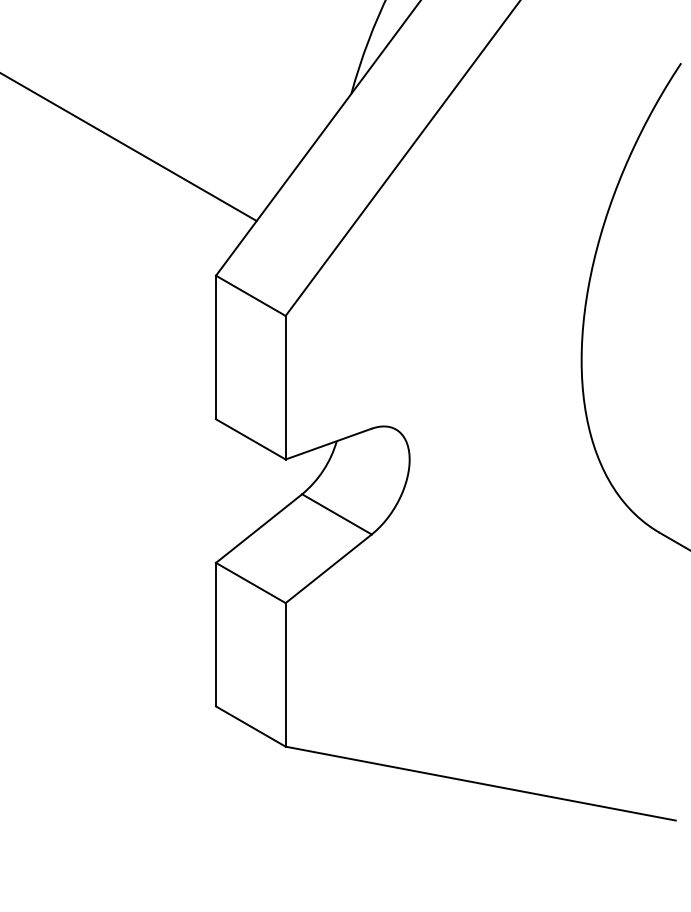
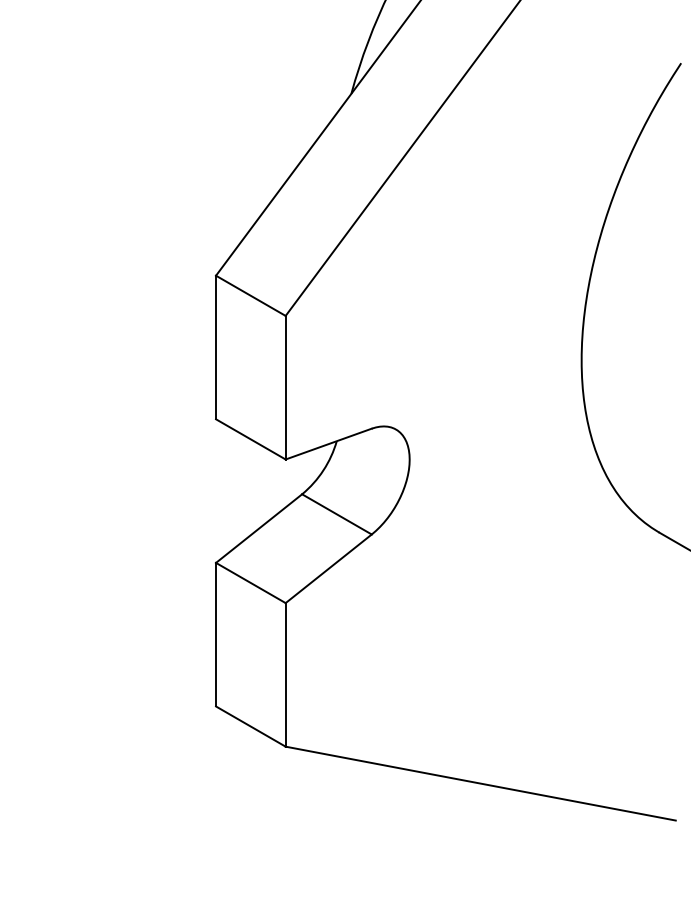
line at (129, 147): present -> none
